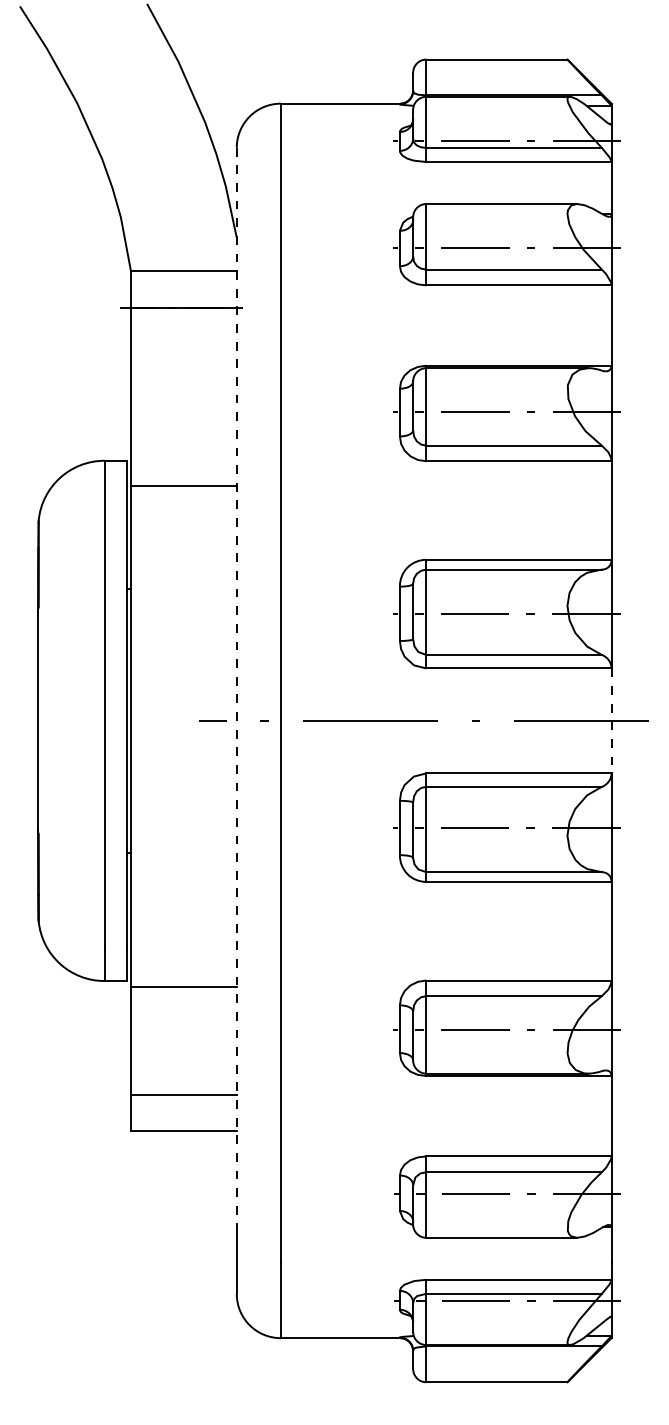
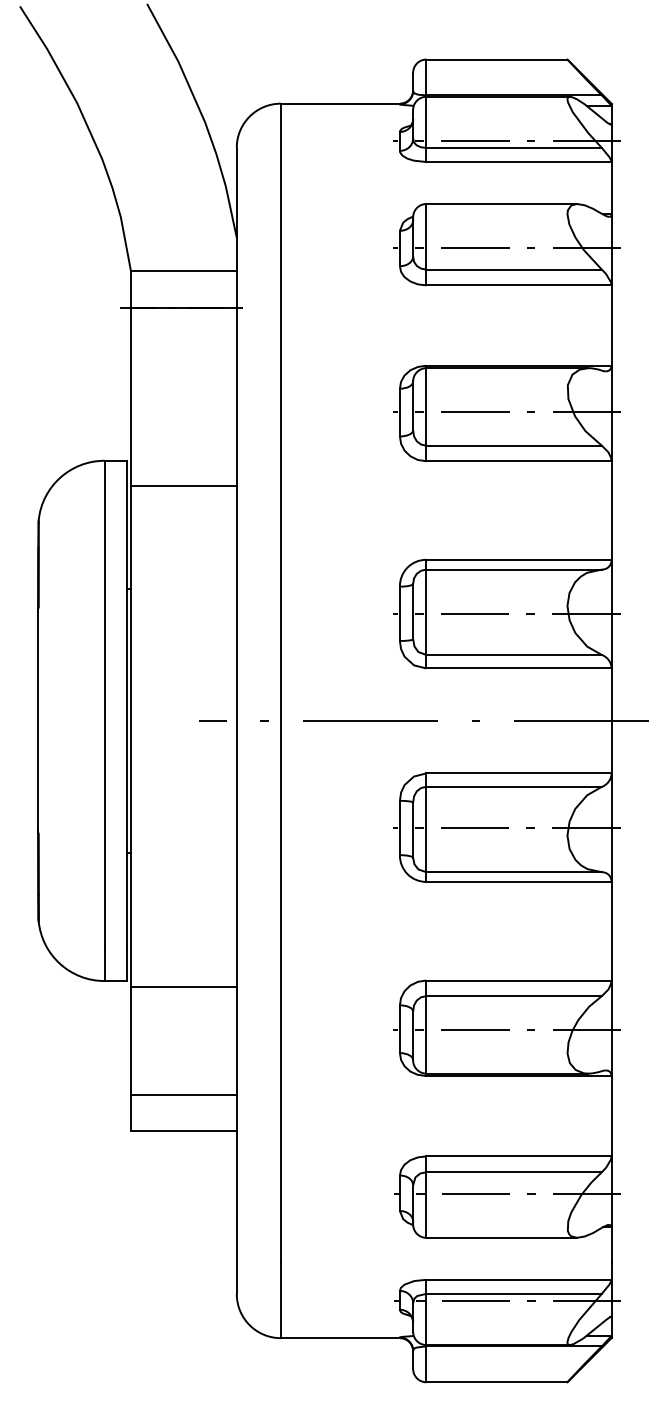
line at (236, 686): dashed -> solid
line at (611, 721): dashed -> solid
